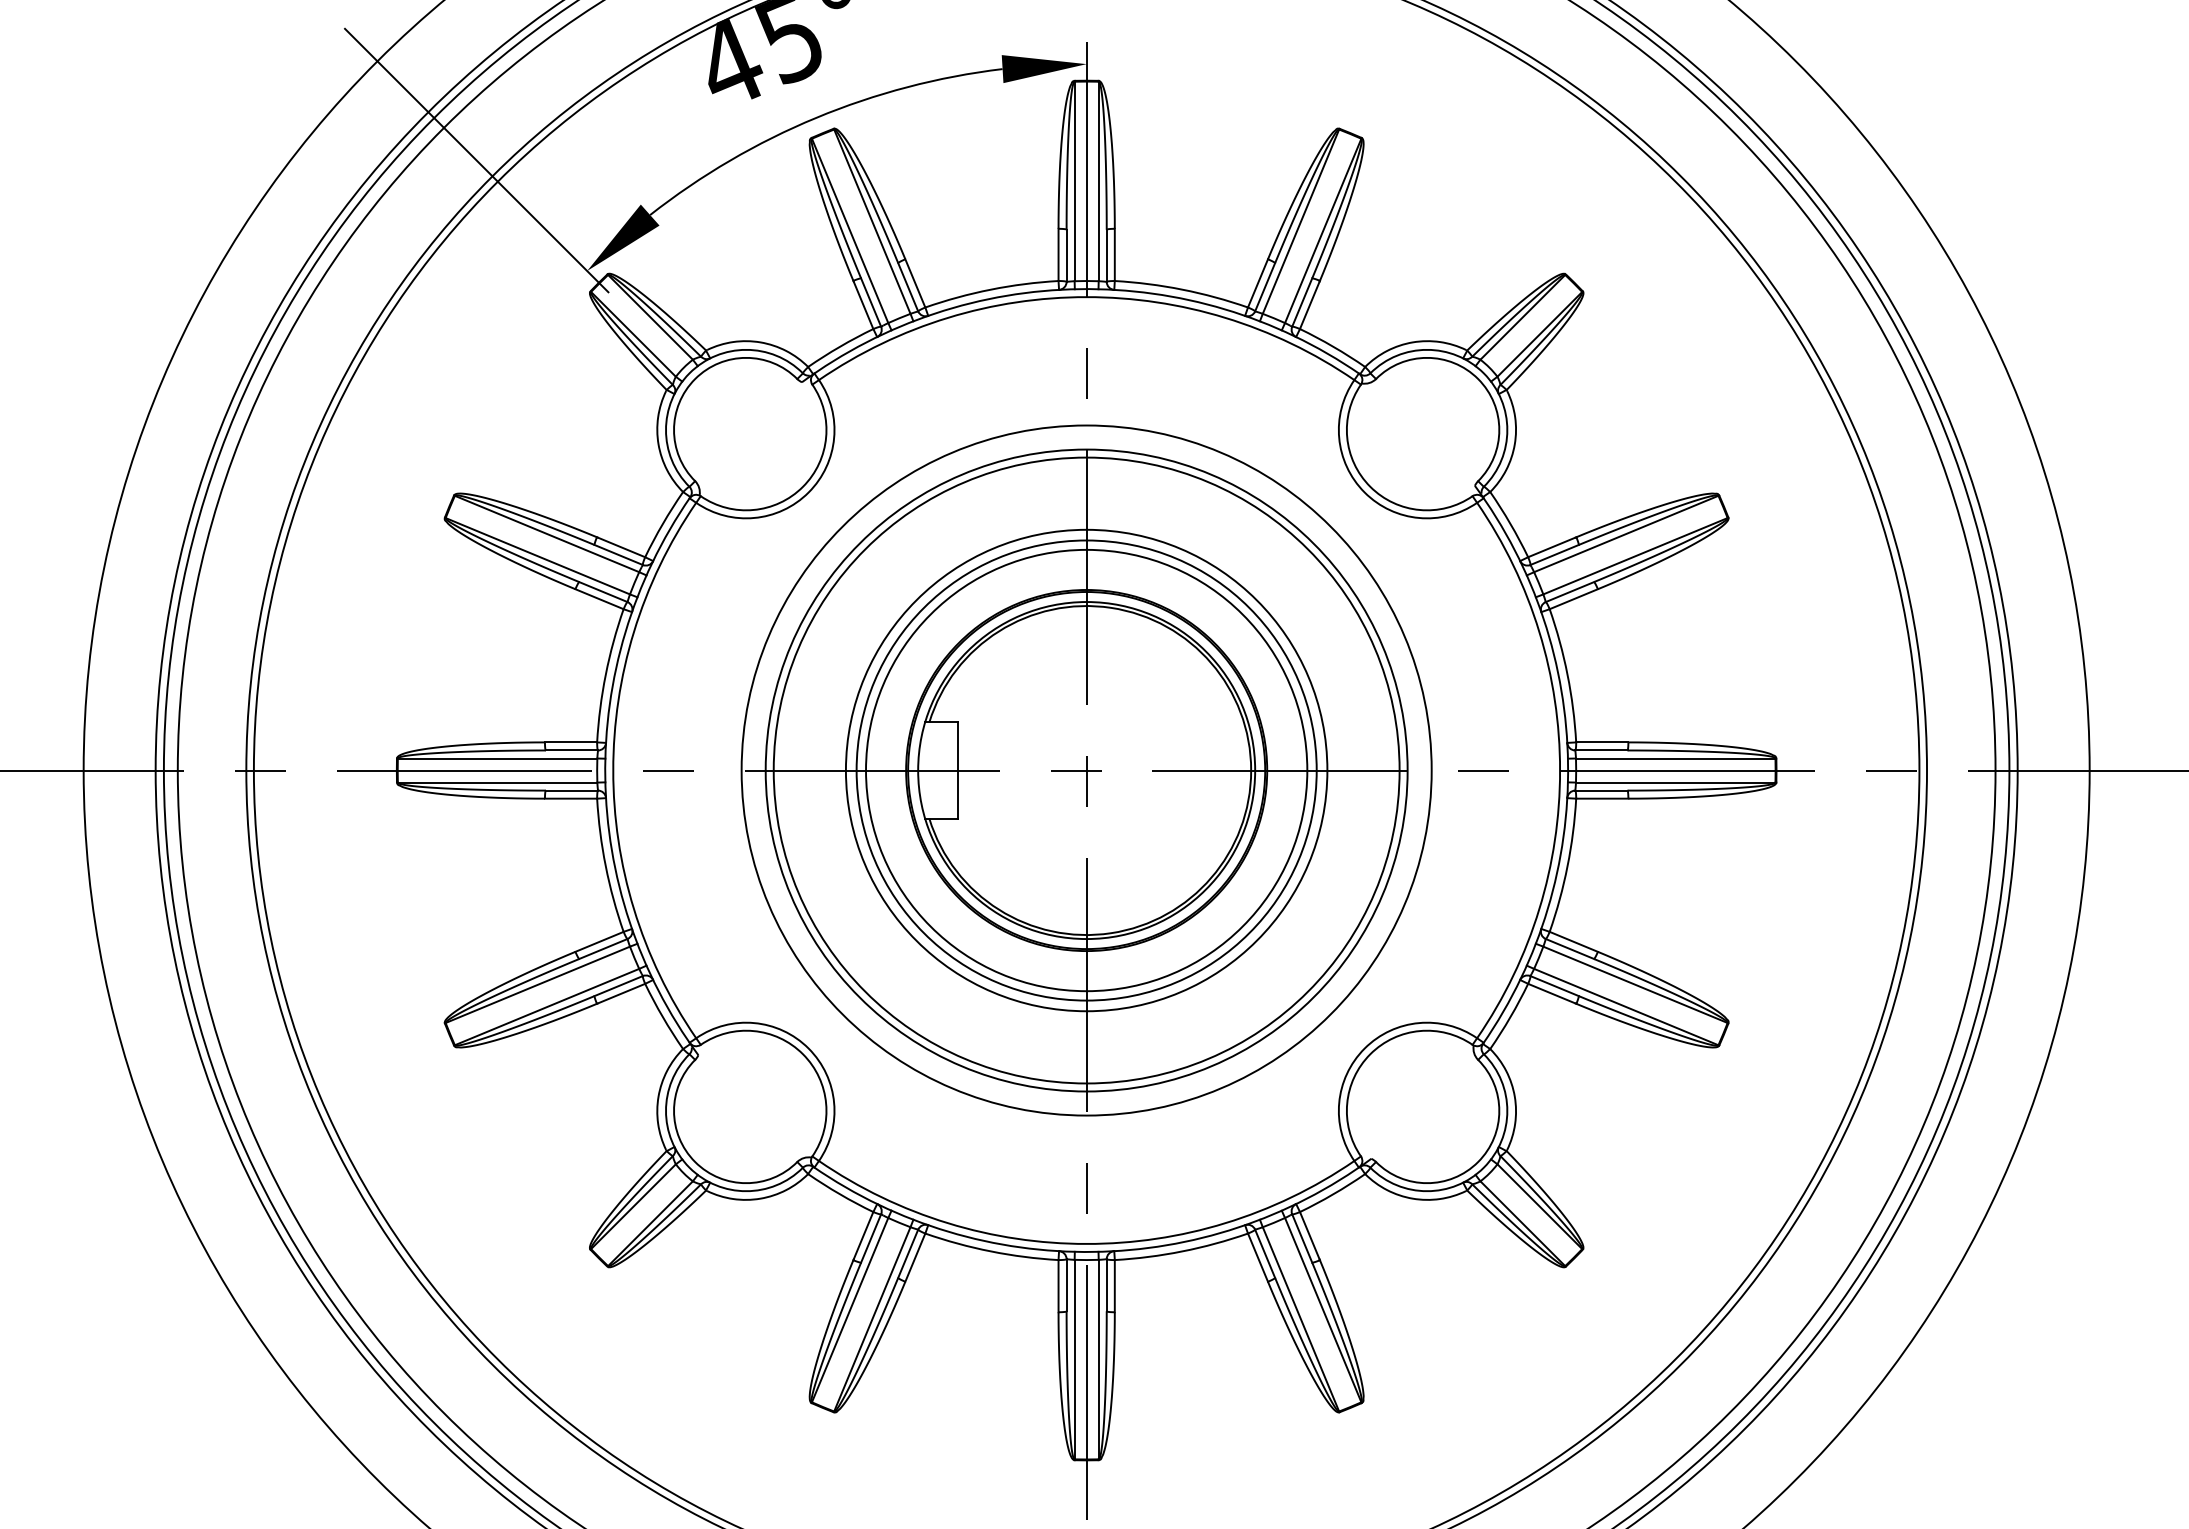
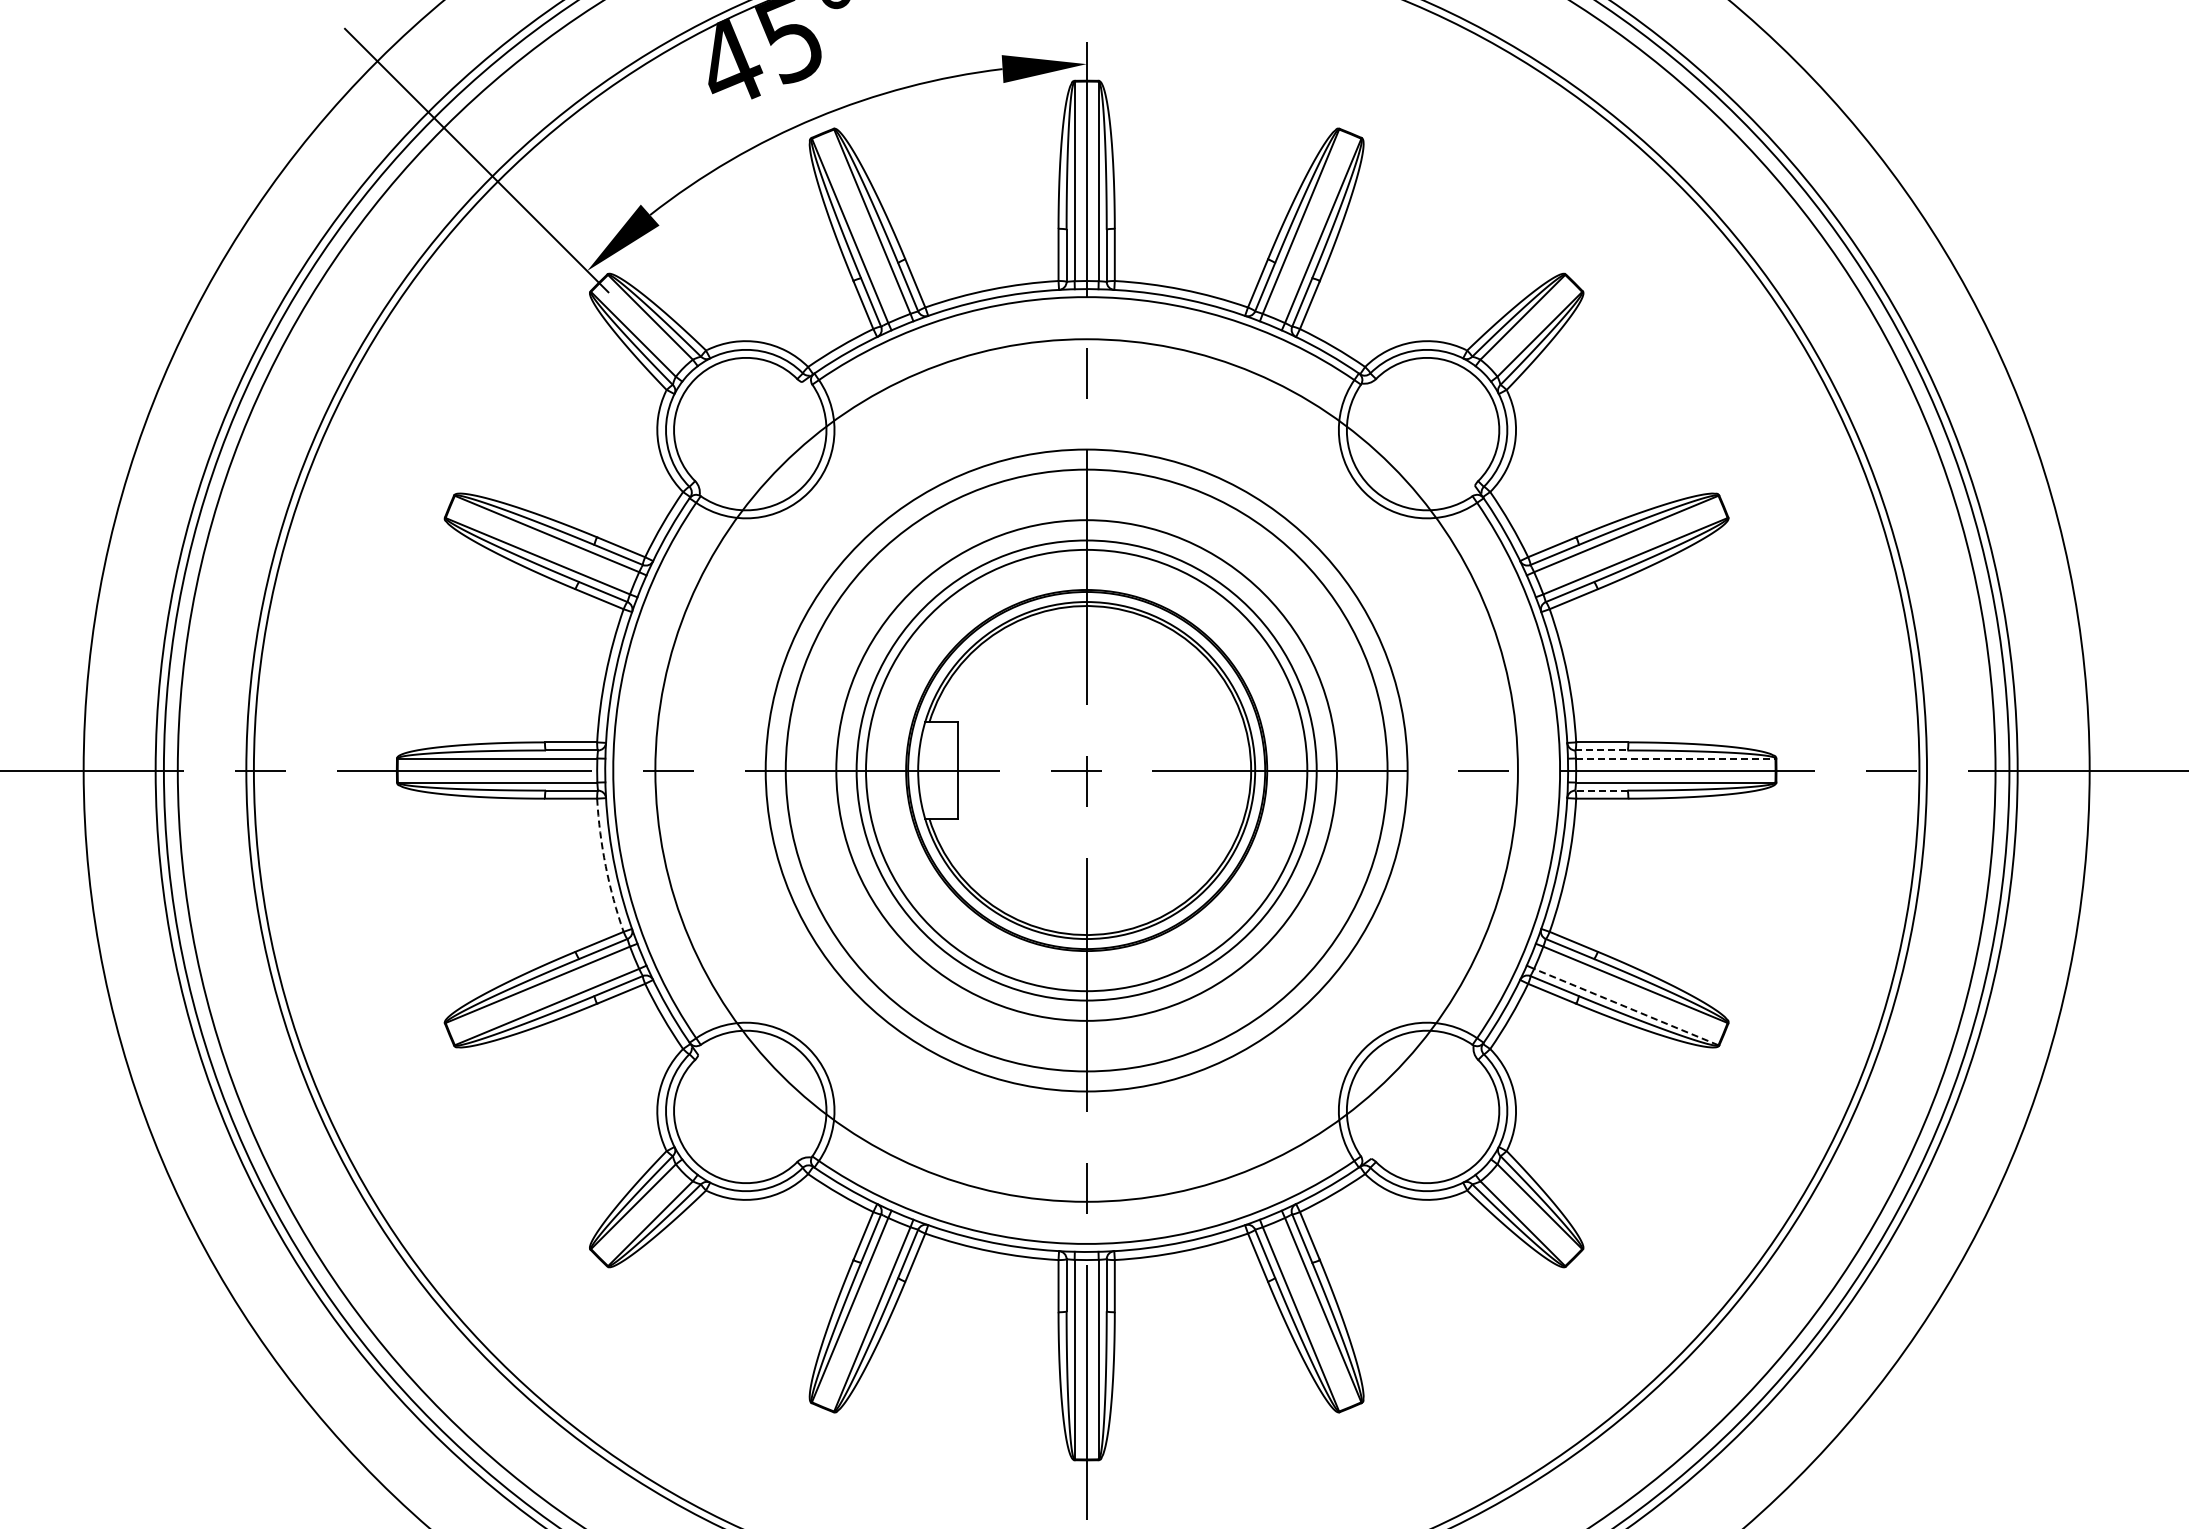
line at (1601, 750): solid -> dashed
line at (1675, 758): solid -> dashed
circle at (1086, 770) diameter: 481 px -> 602 px
circle at (1086, 770) diameter: 626 px -> 501 px
circle at (1086, 770) diameter: 690 px -> 863 px
line at (1600, 790): solid -> dashed
arc at (605, 866): solid -> dashed
line at (1626, 1007): solid -> dashed
